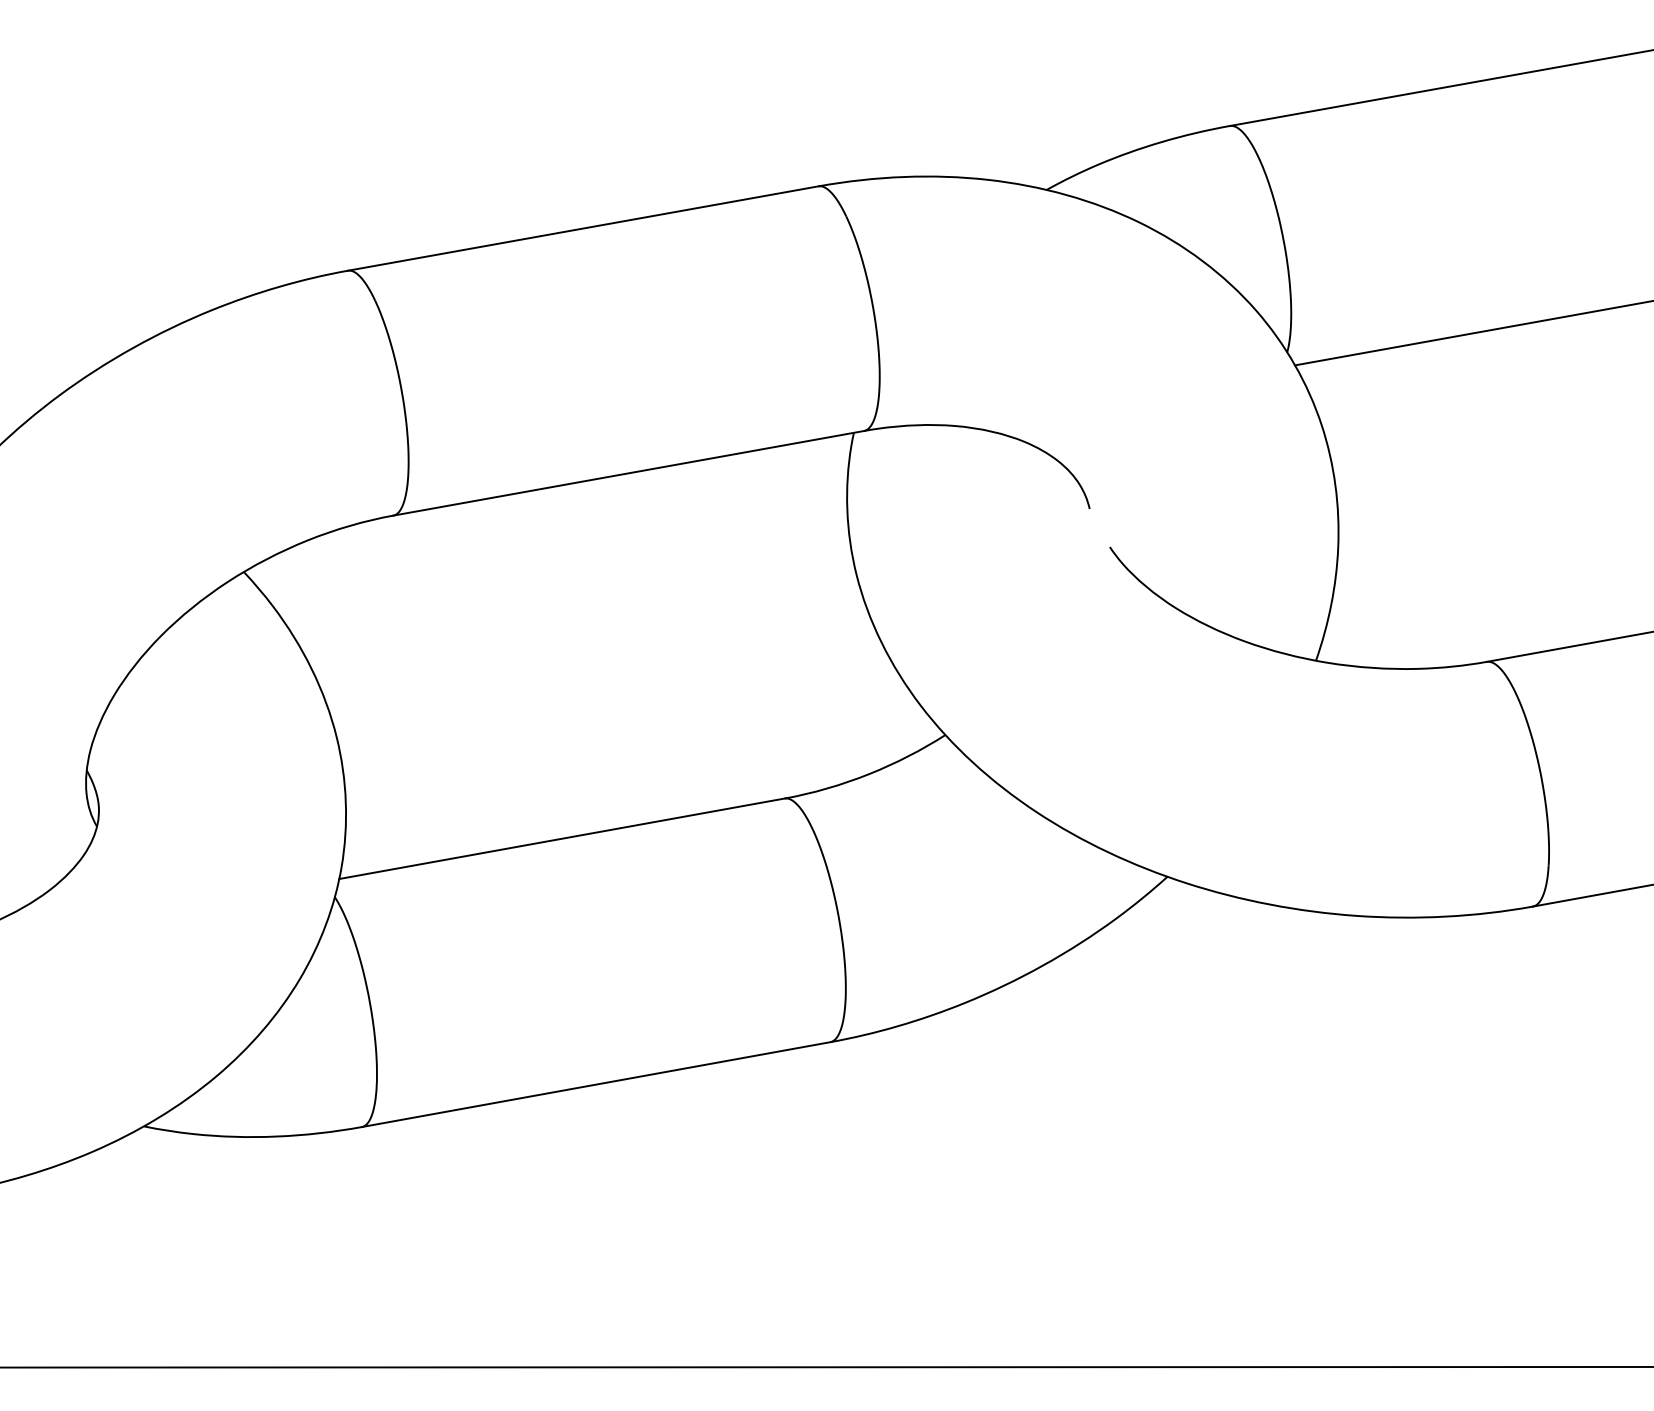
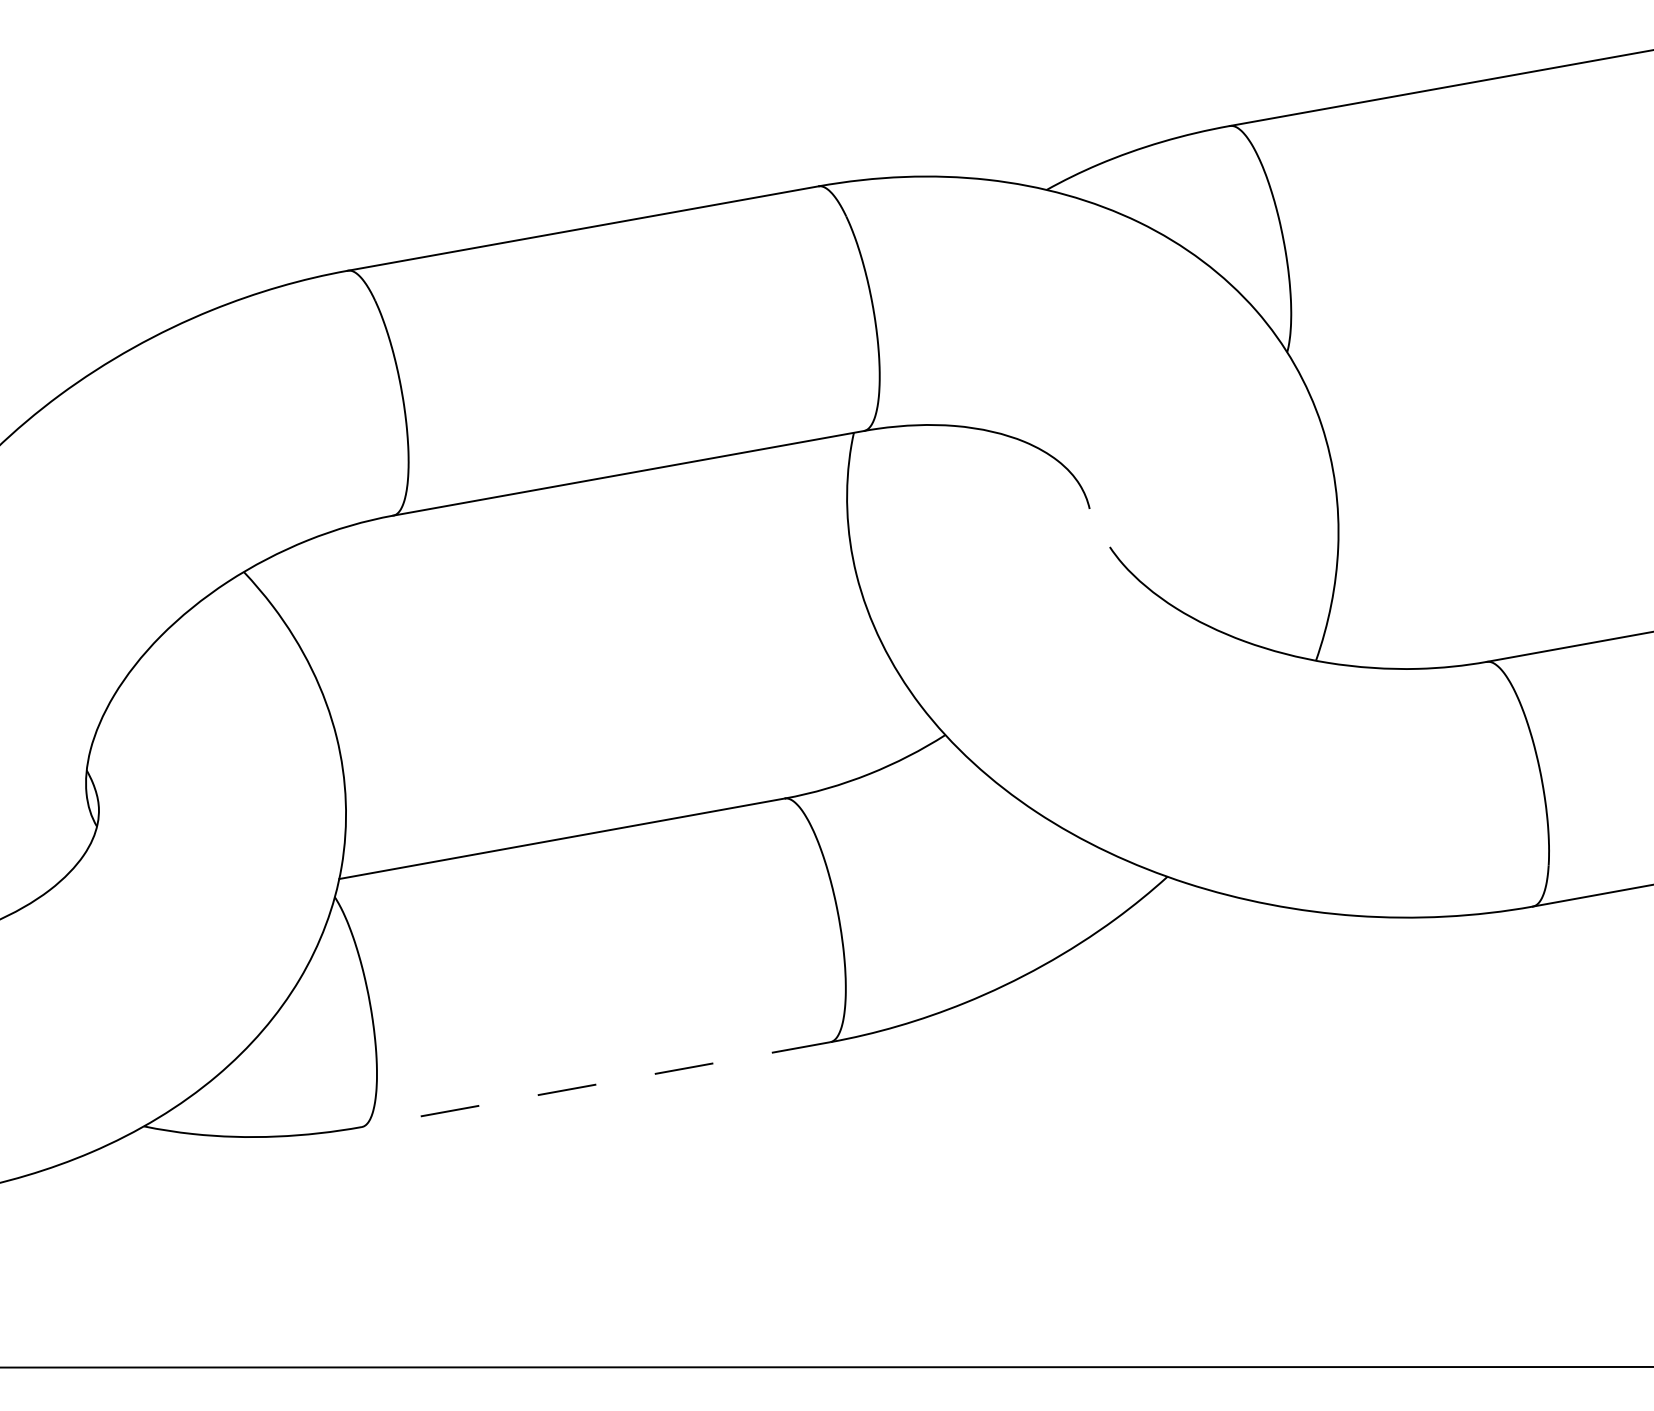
line at (1472, 333): present -> none
line at (595, 1084): solid -> dashed
